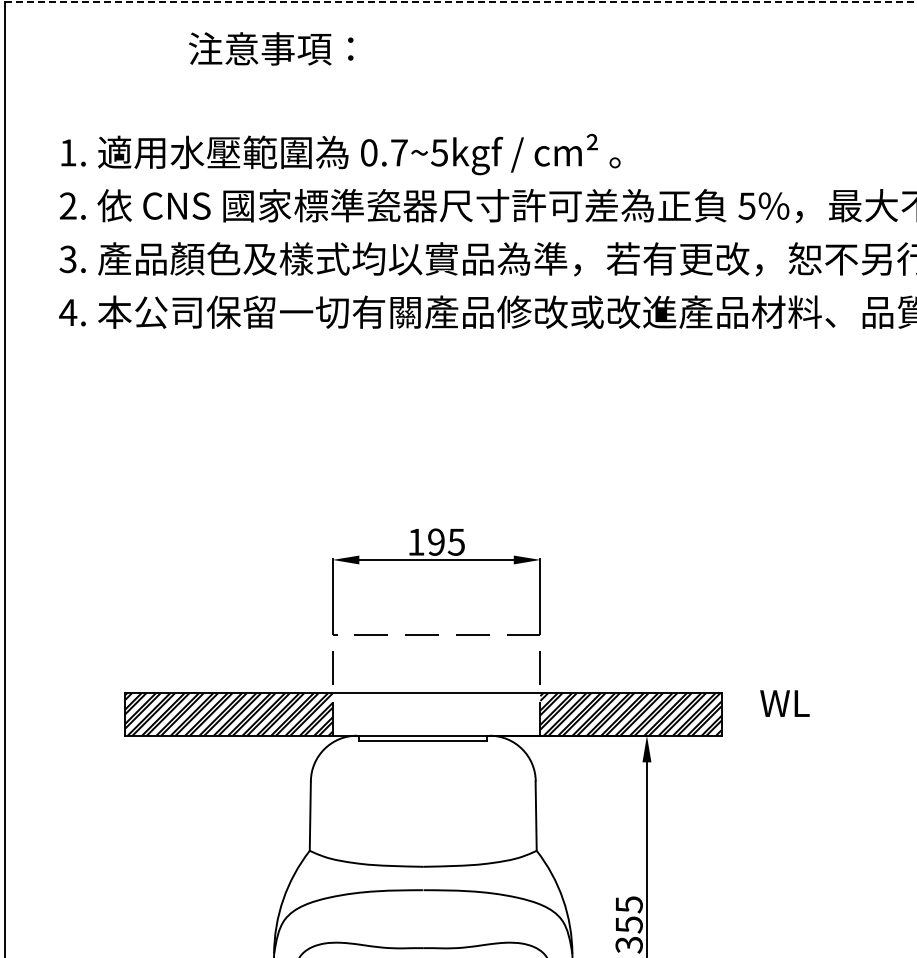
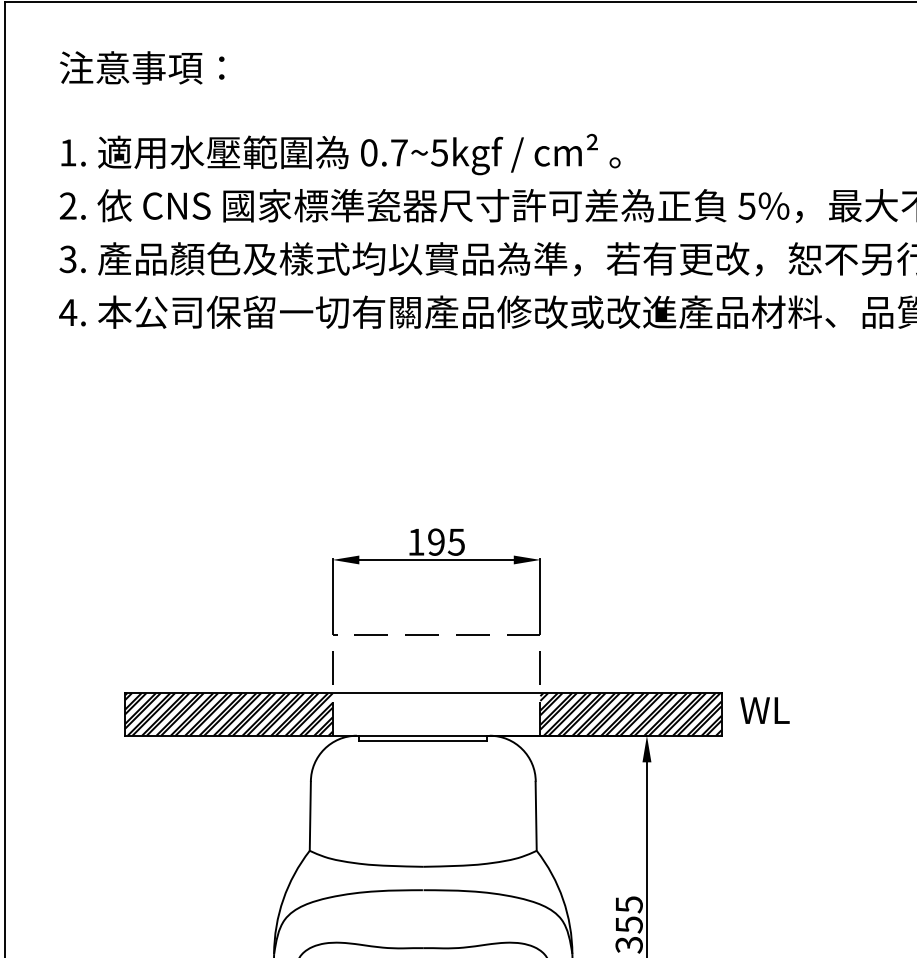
line at (460, 1): dashed -> solid
text at (271, 48) position: (271, 48) -> (142, 67)
text at (784, 703) position: (784, 703) -> (764, 710)
